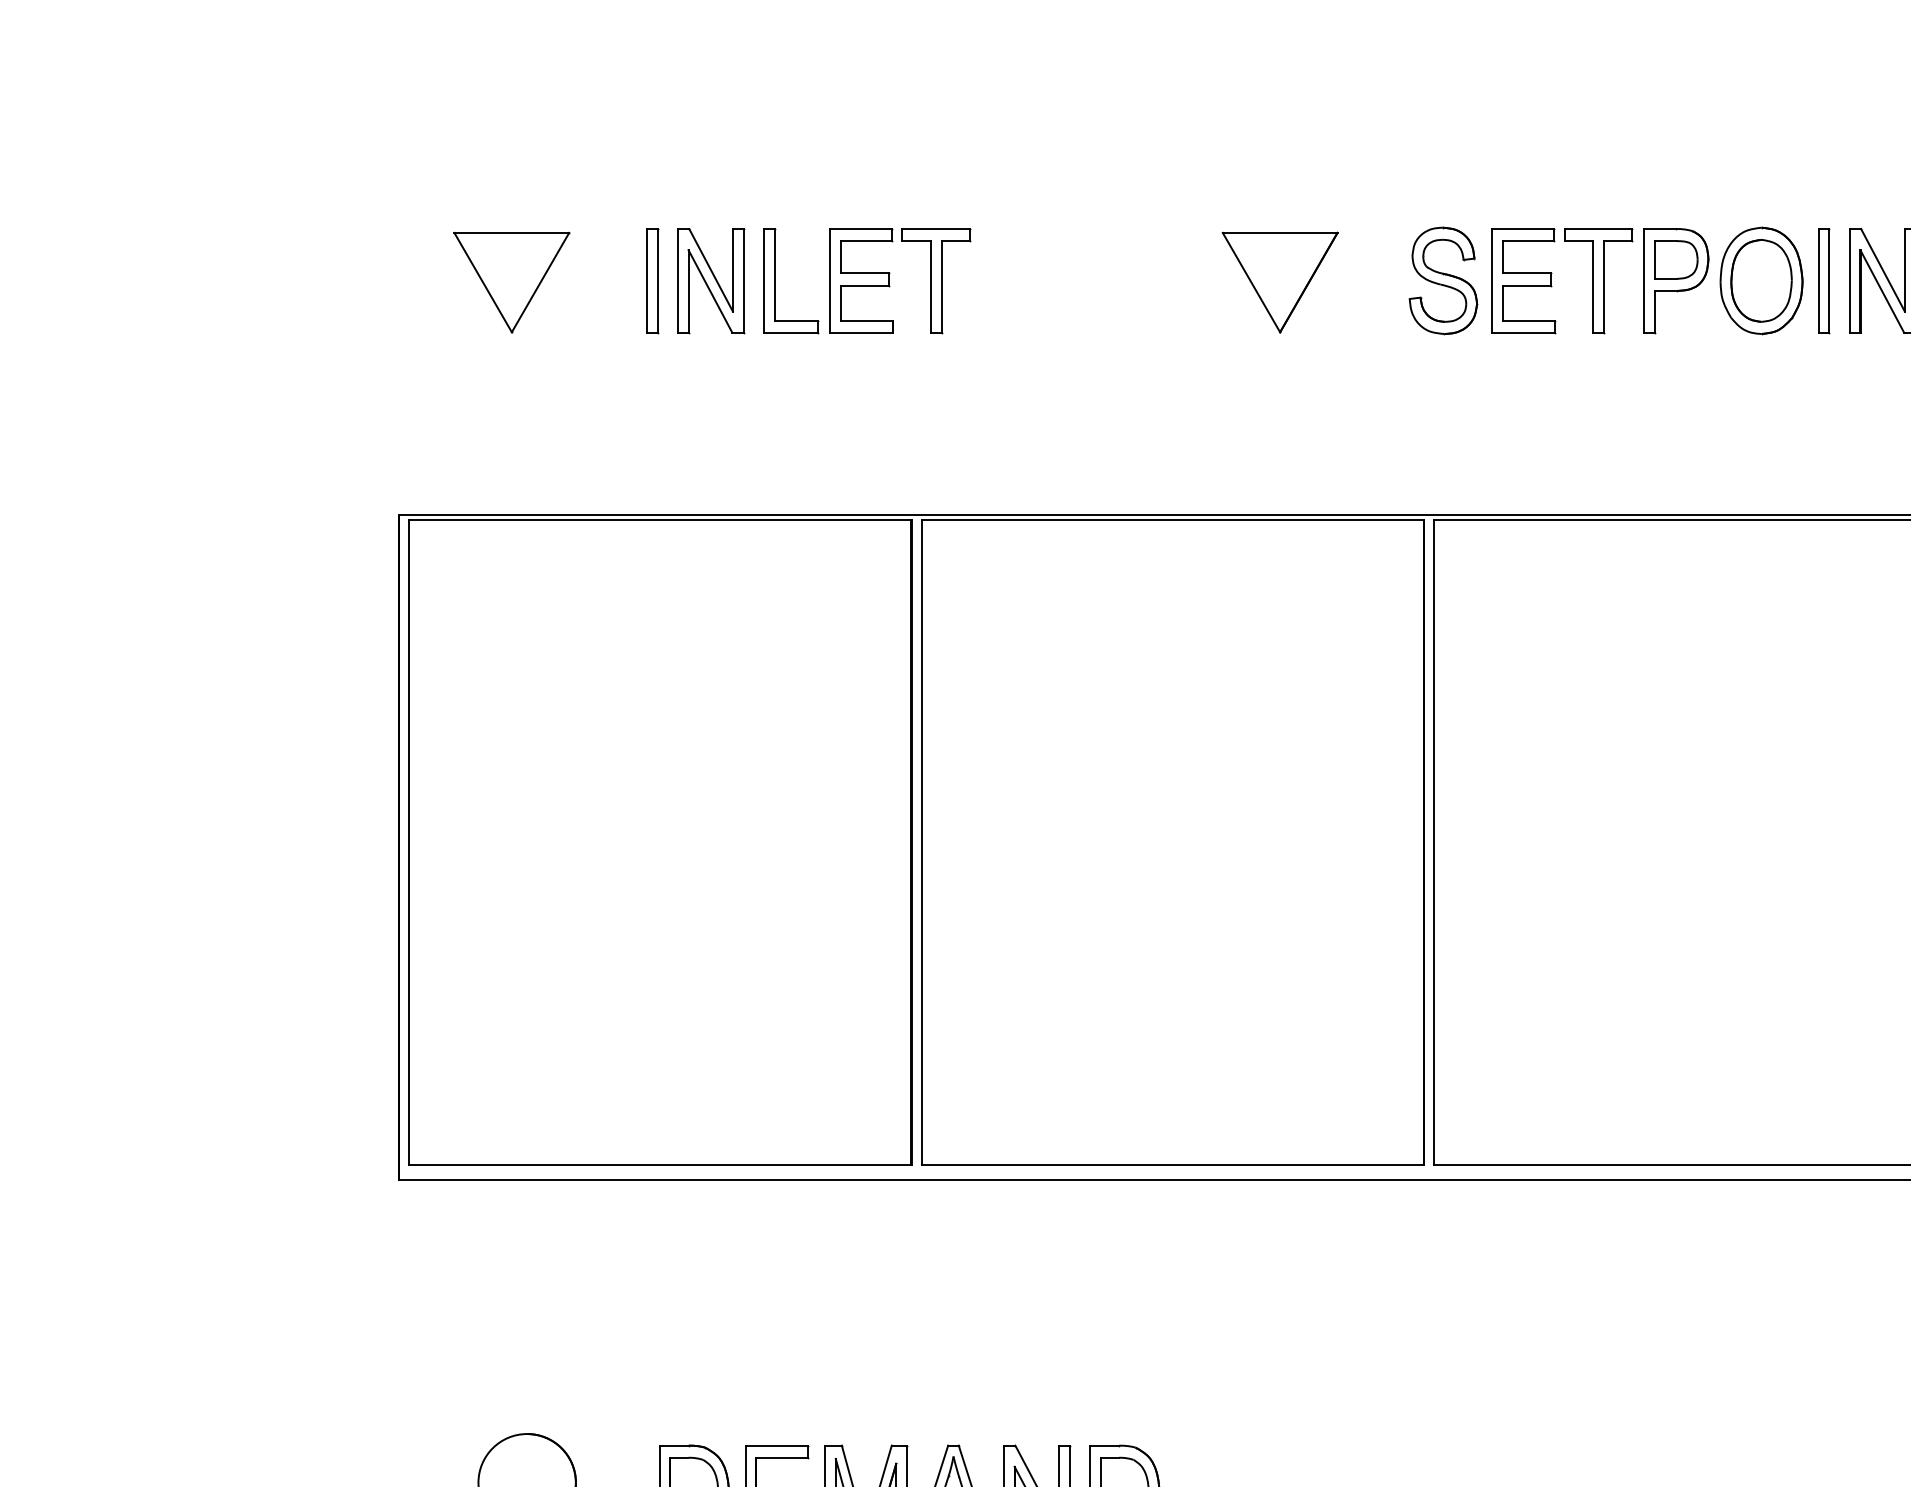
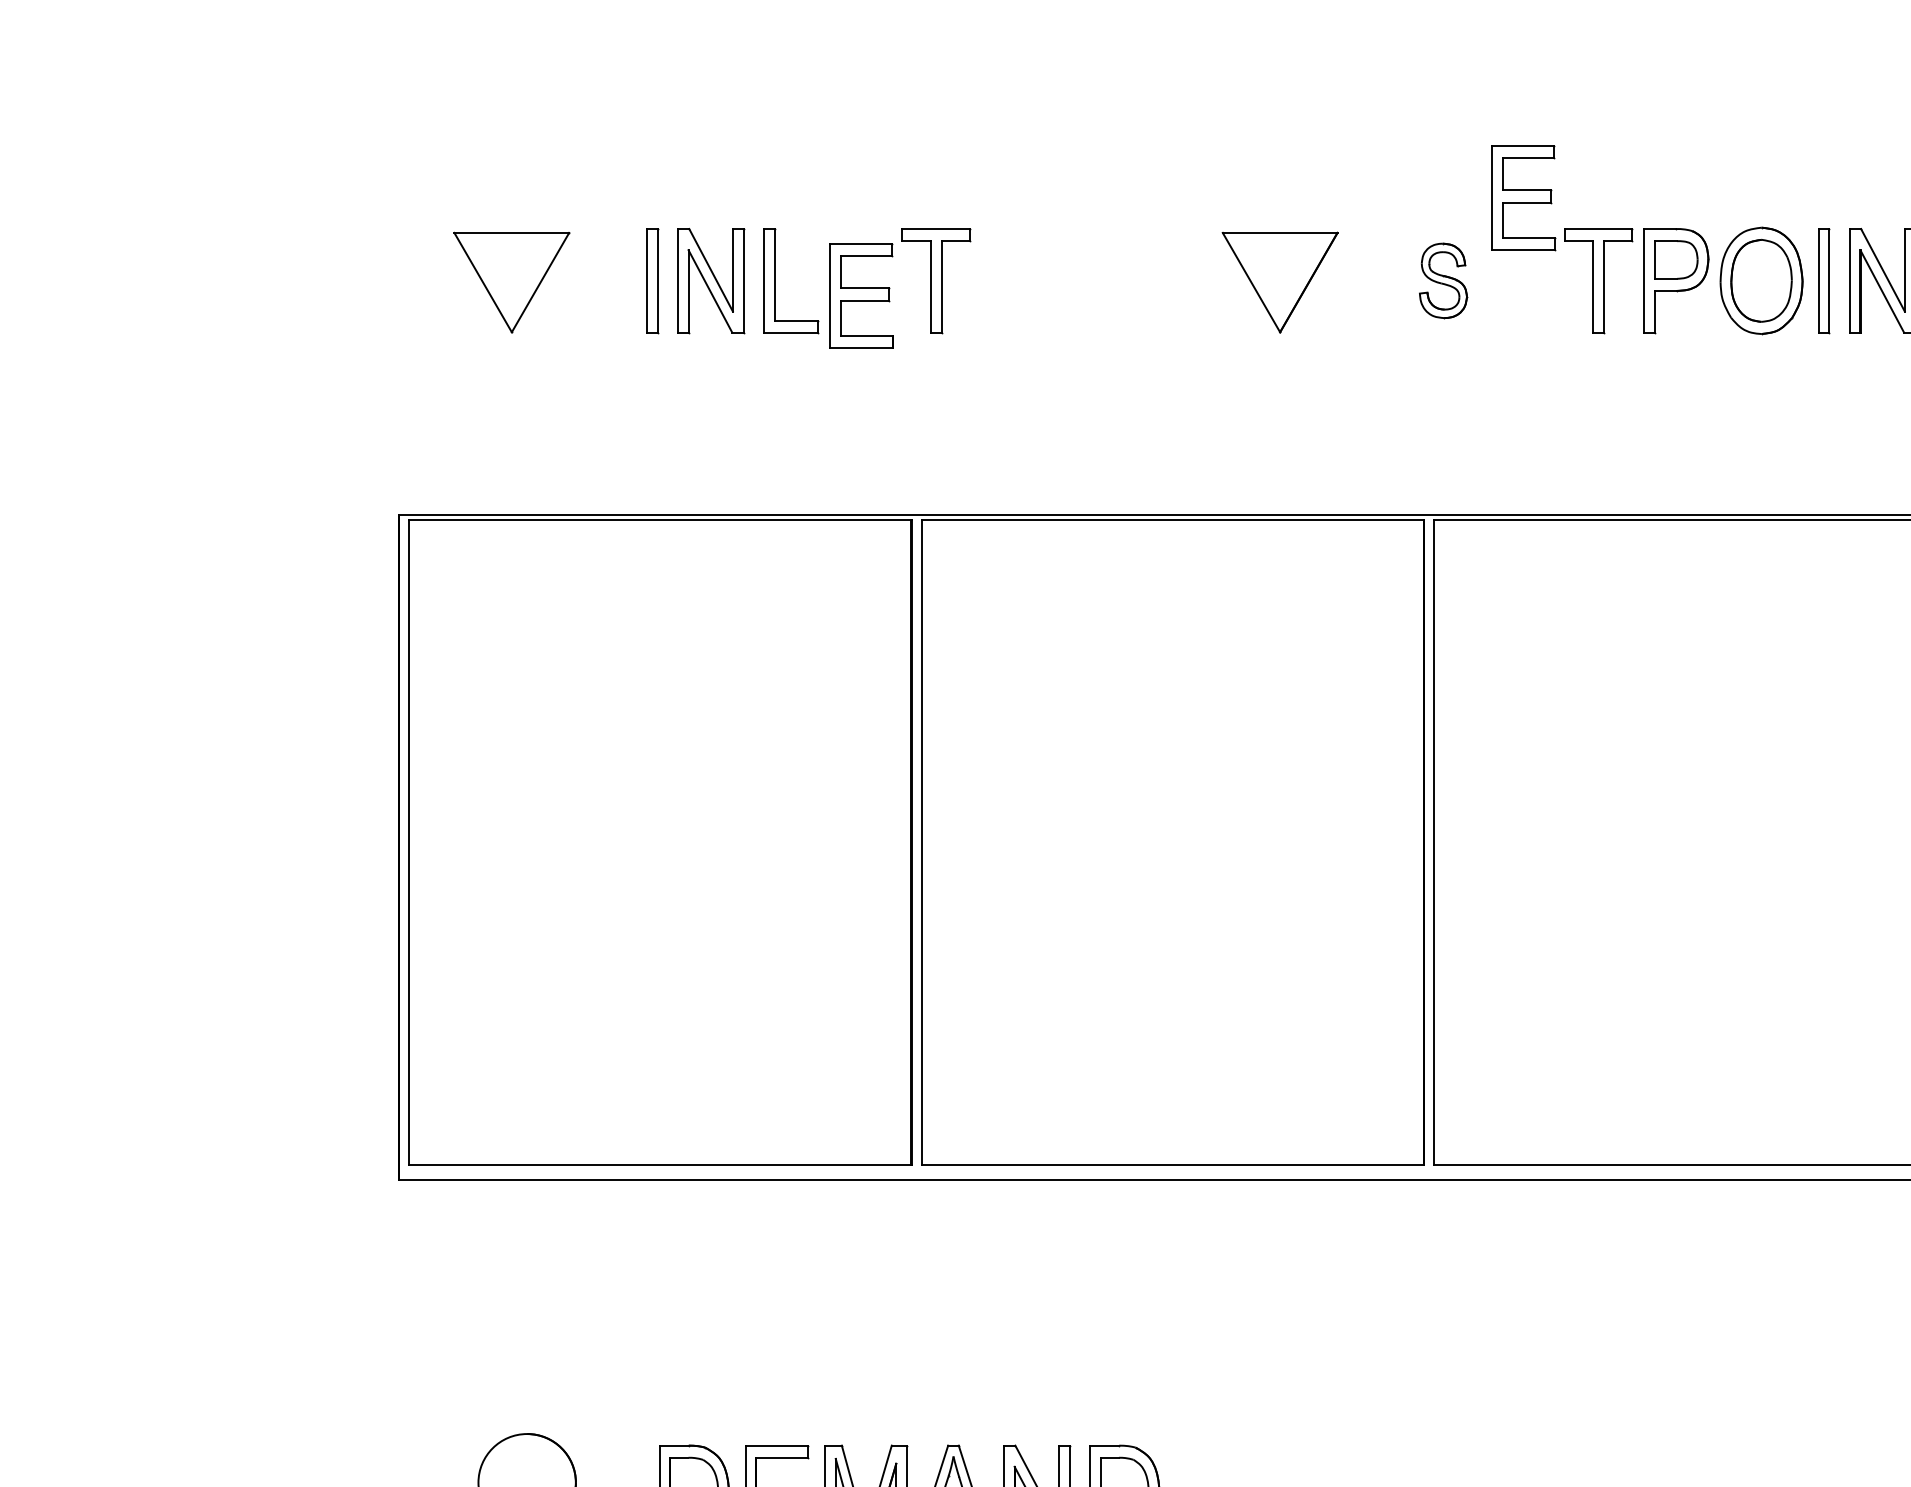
part at (861, 280) position: (861, 280) -> (861, 295)
part at (1443, 280) size: 71x110 px -> 50x78 px
part at (1523, 281) position: (1523, 281) -> (1523, 198)
